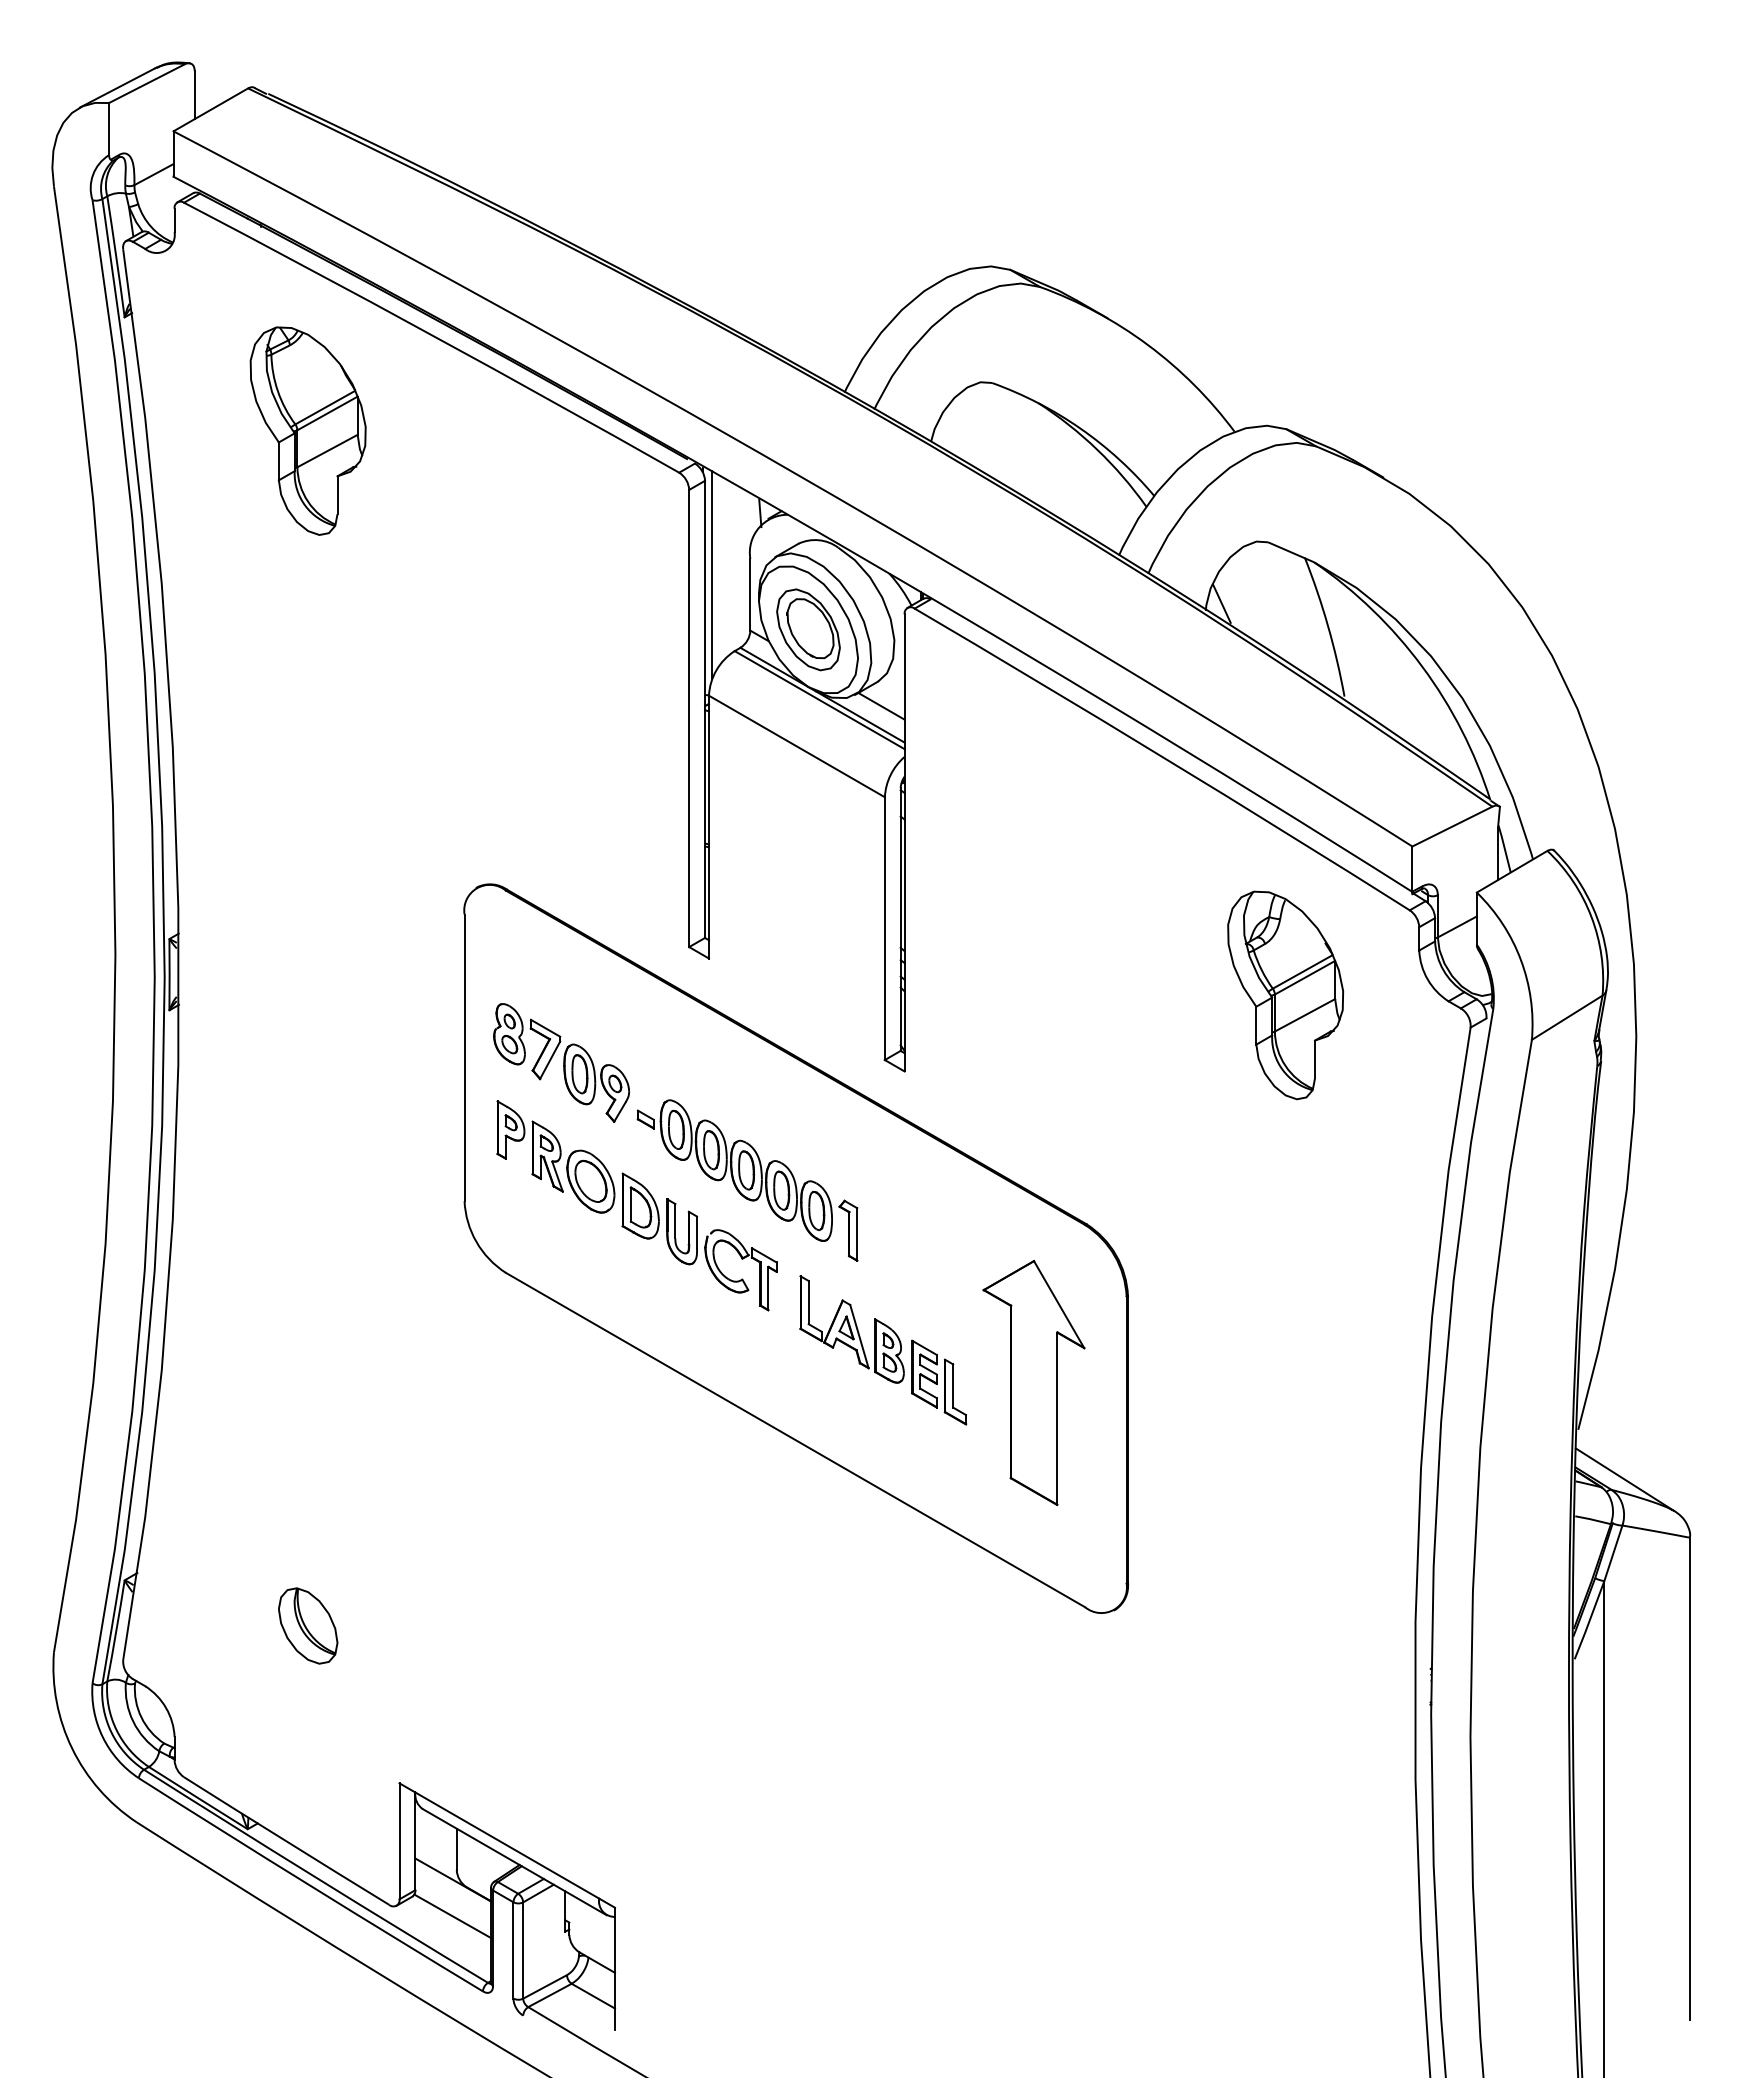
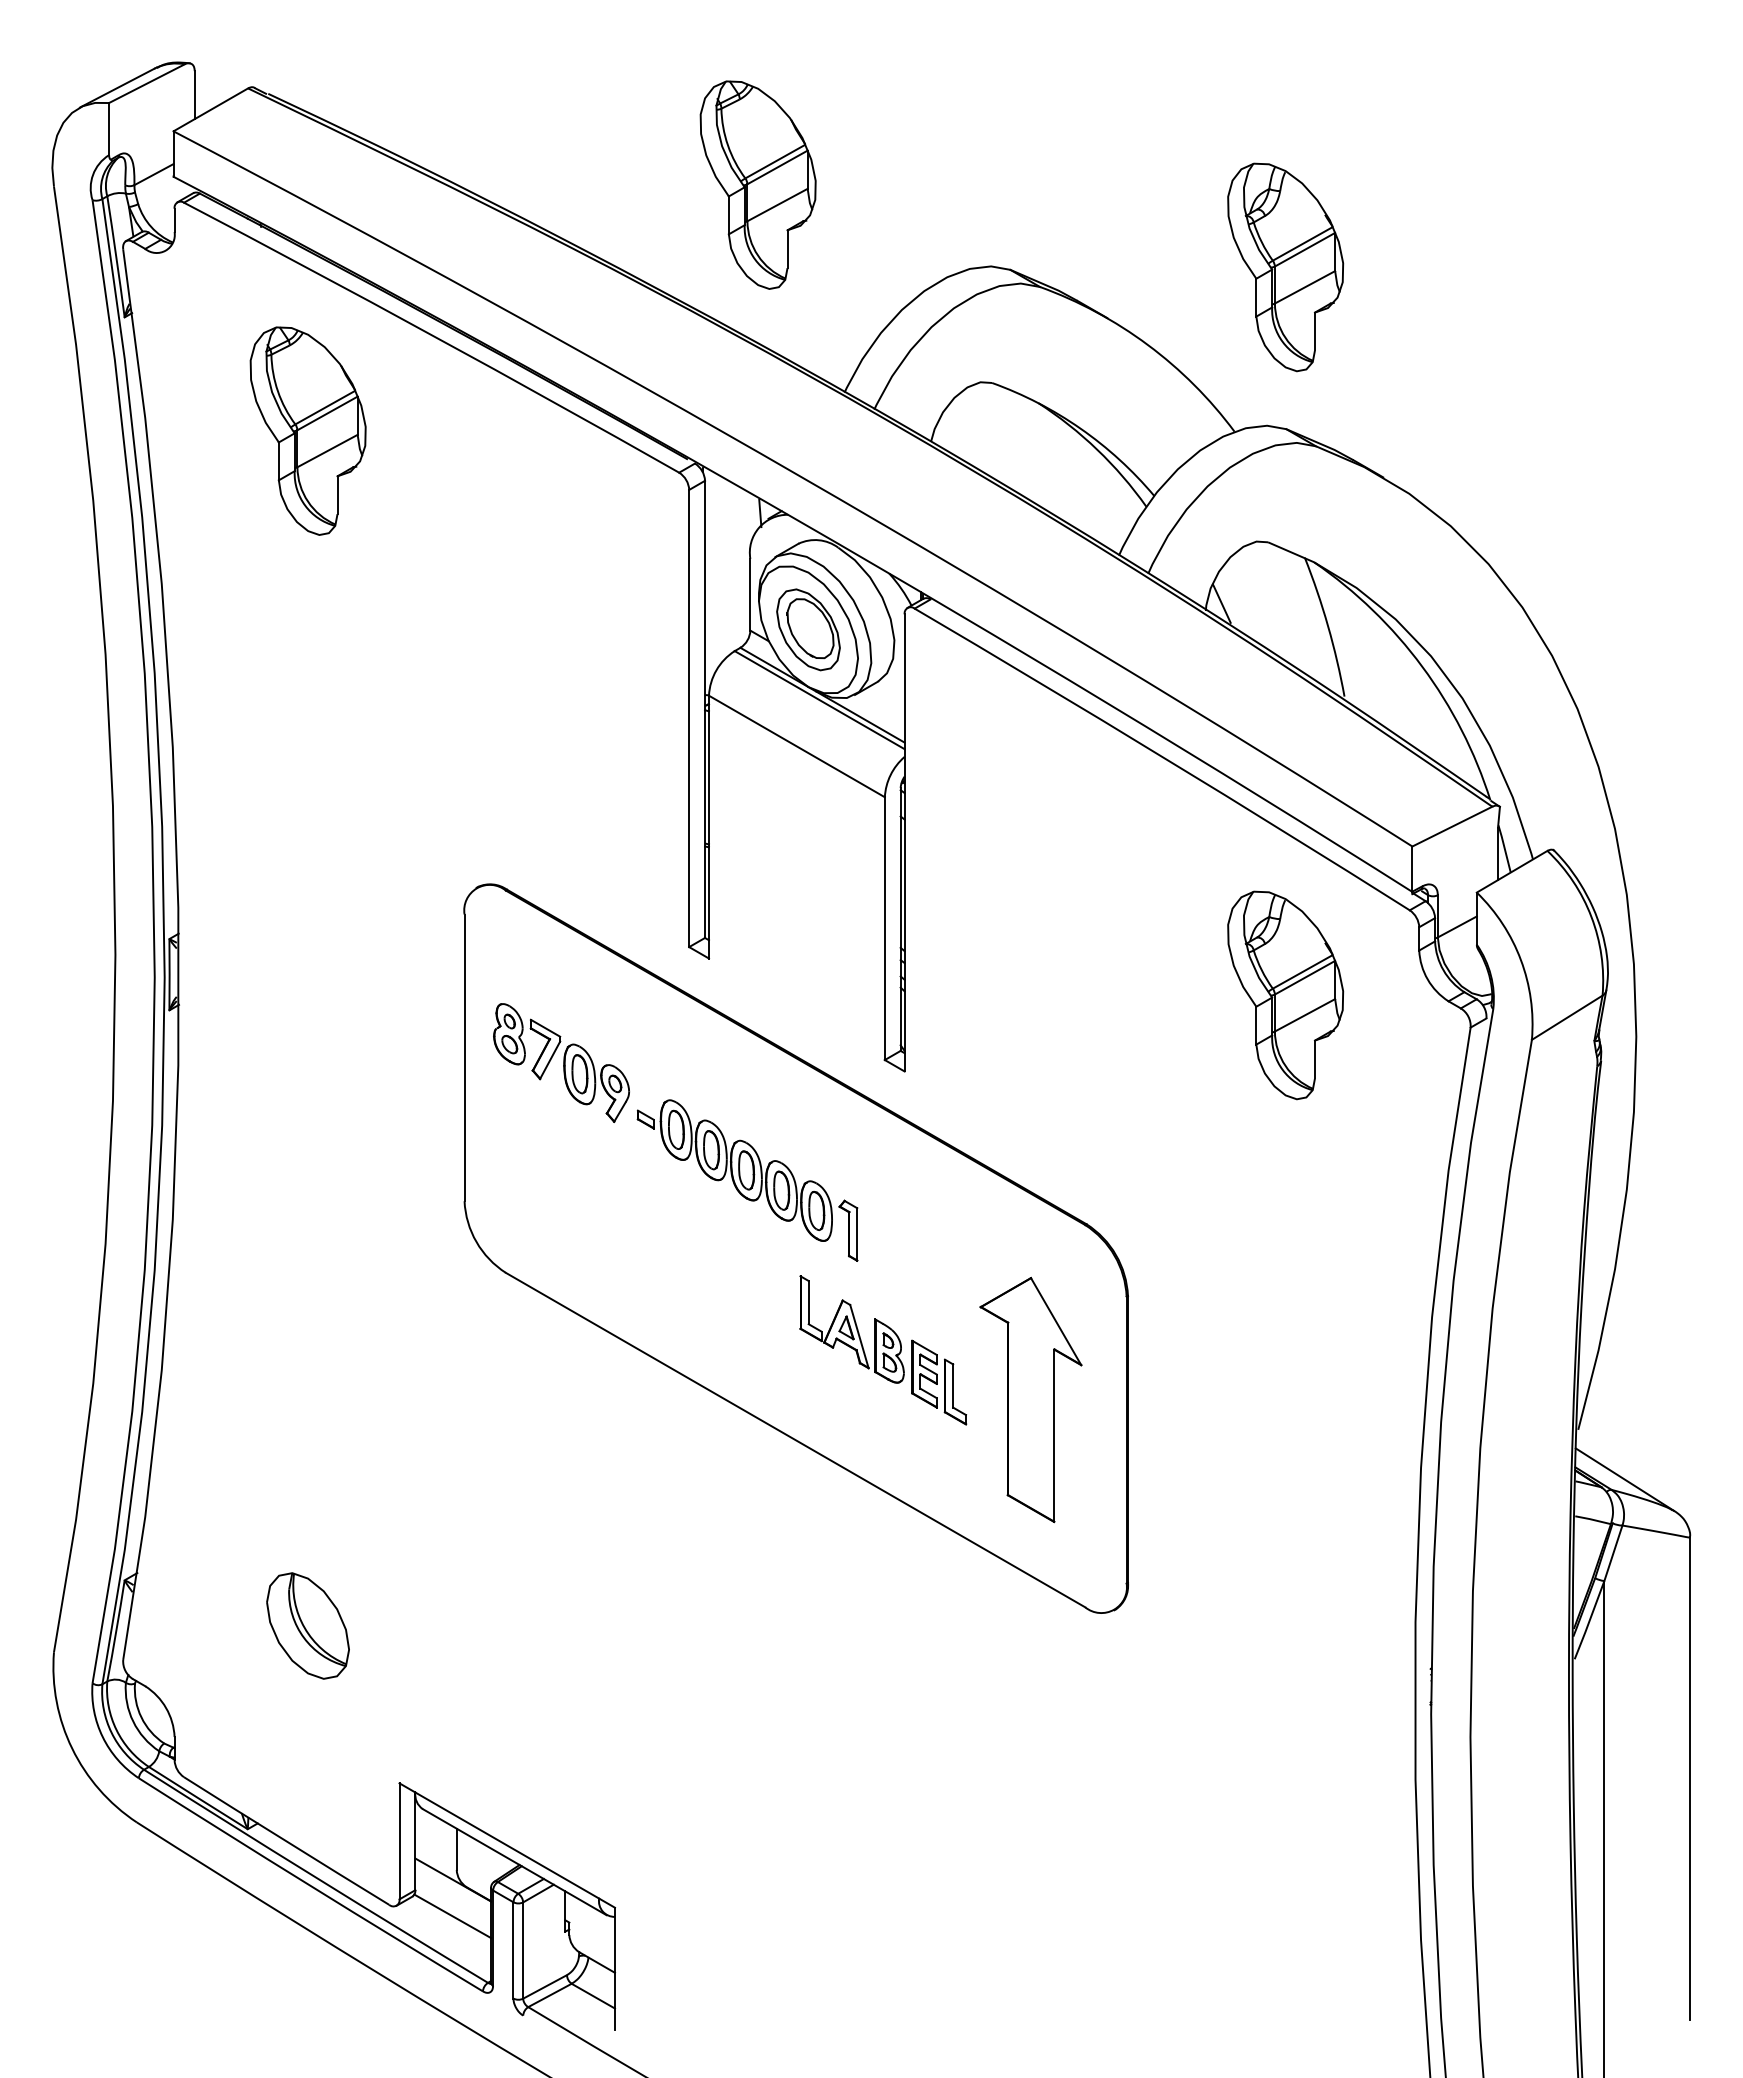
part at (757, 184): none -> present
part at (1285, 267): none -> present
line at (712, 574): present -> none
line at (881, 705): present -> none
part at (636, 1205): present -> none
part at (1033, 1382) position: (1033, 1382) -> (1030, 1399)
part at (308, 1625) size: 61x78 px -> 84x108 px
